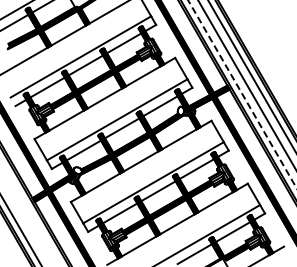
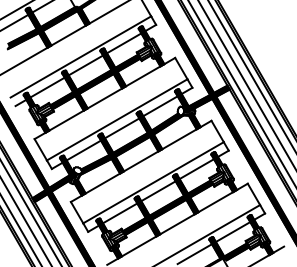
line at (242, 93): dashed -> solid
line at (31, 213): none -> present
line at (26, 221): none -> present
